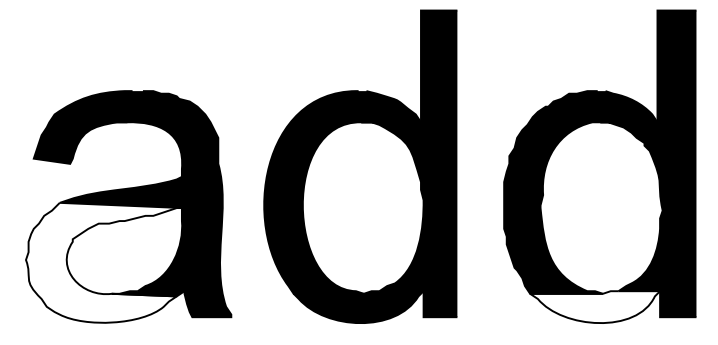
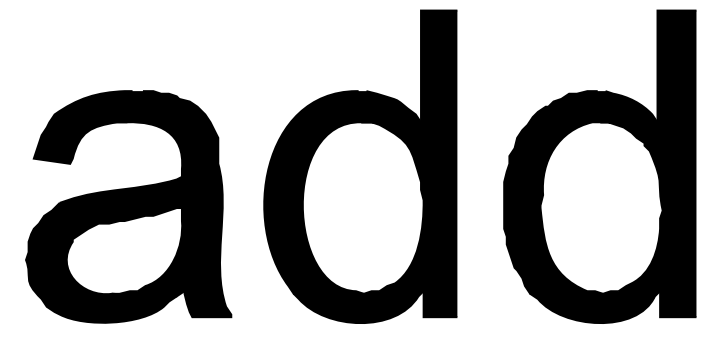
fill at (103, 262): none -> present
fill at (595, 307): none -> present
